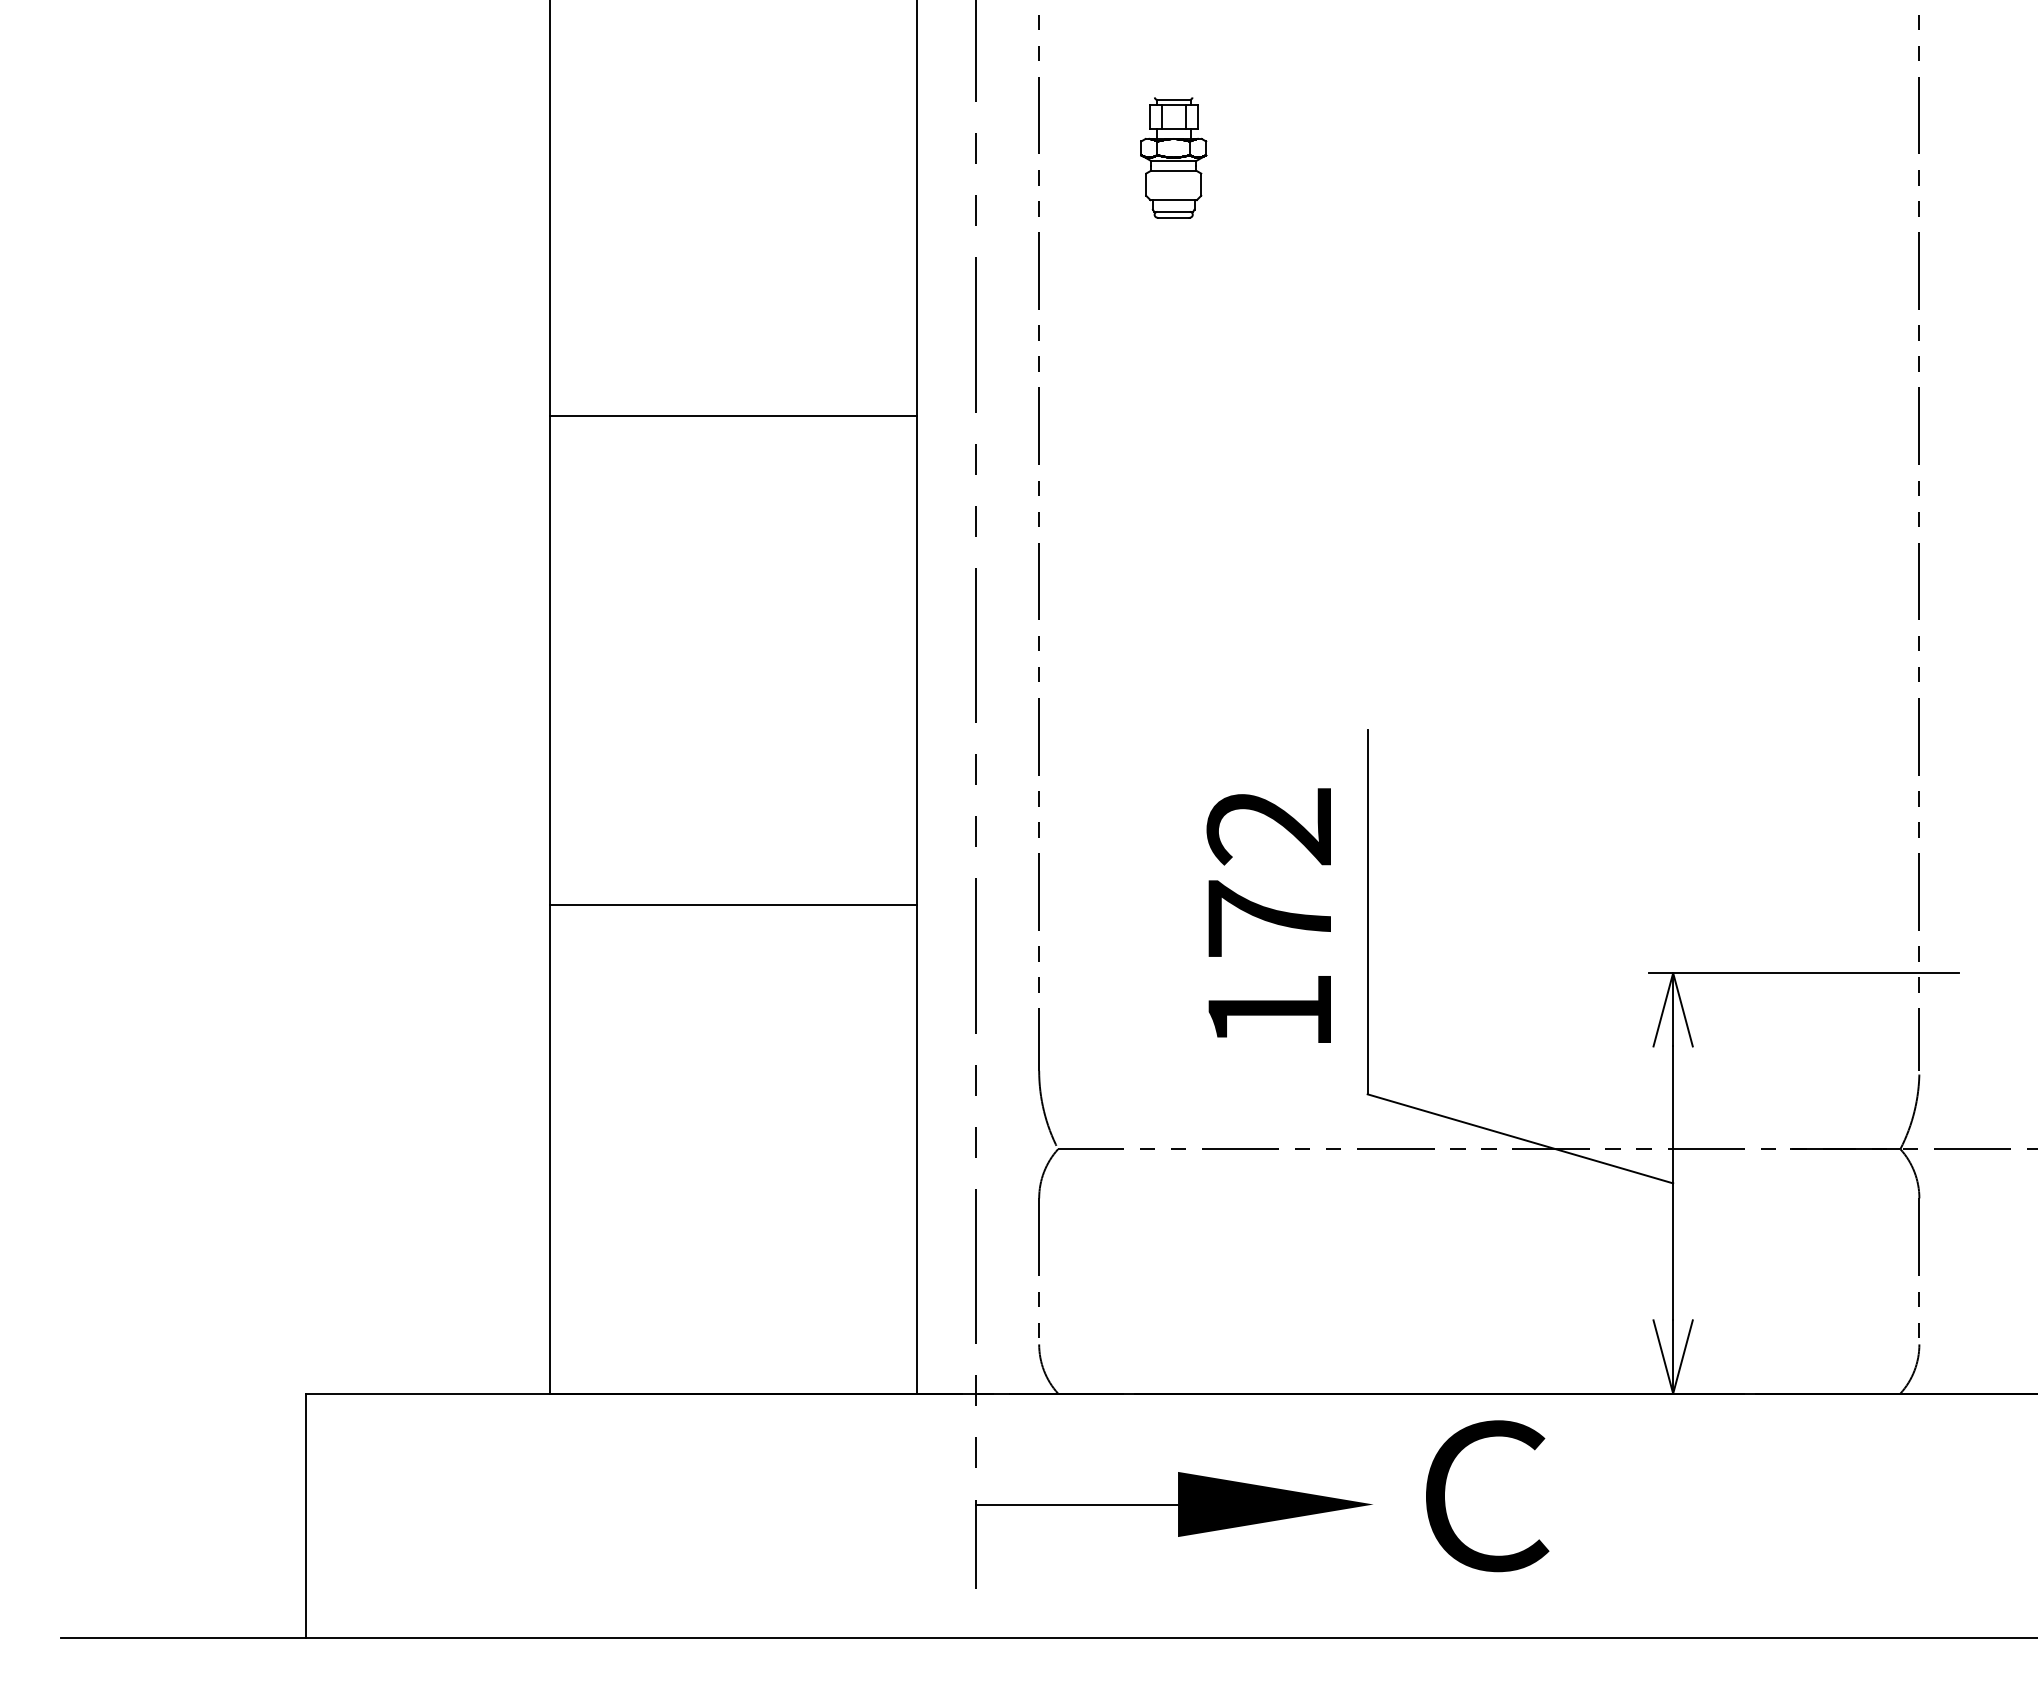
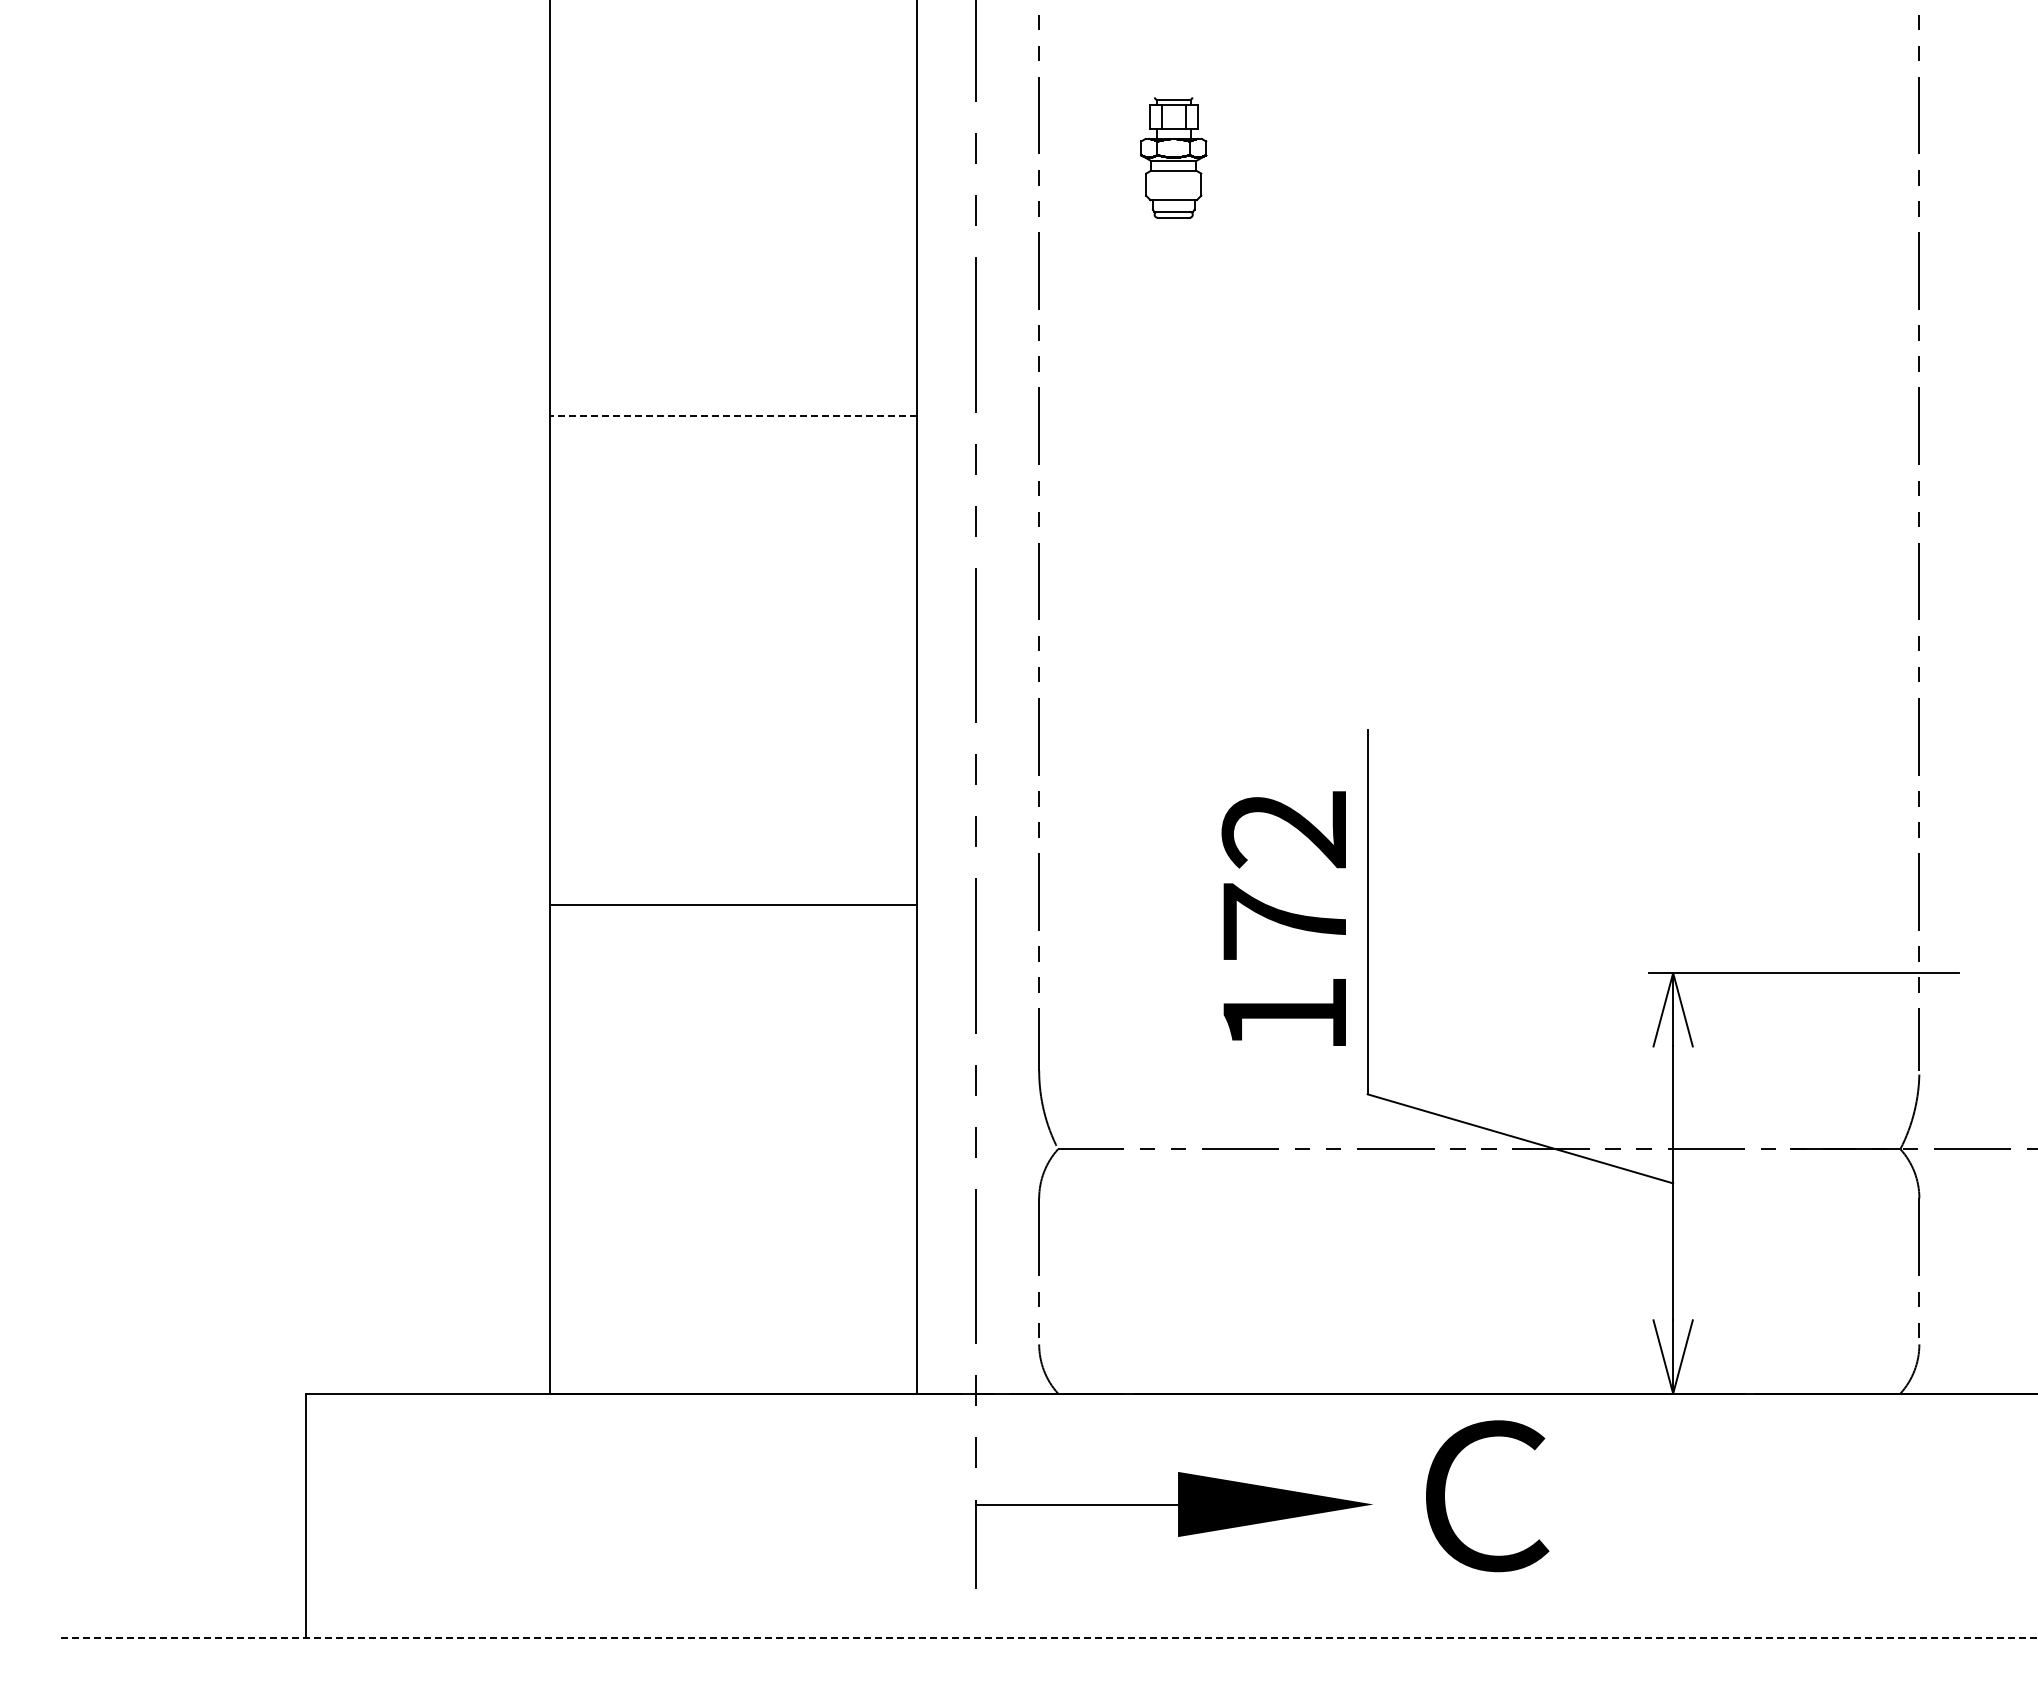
line at (733, 415): solid -> dashed
text at (1268, 915) position: (1268, 915) -> (1283, 918)
line at (1050, 1638): solid -> dashed
